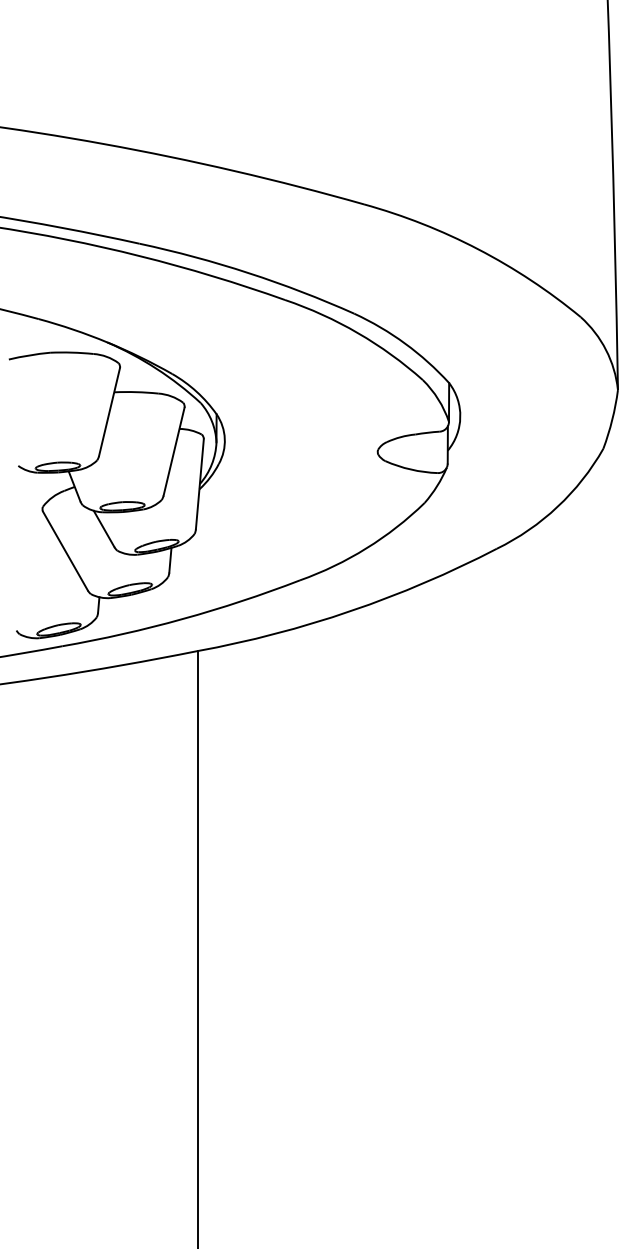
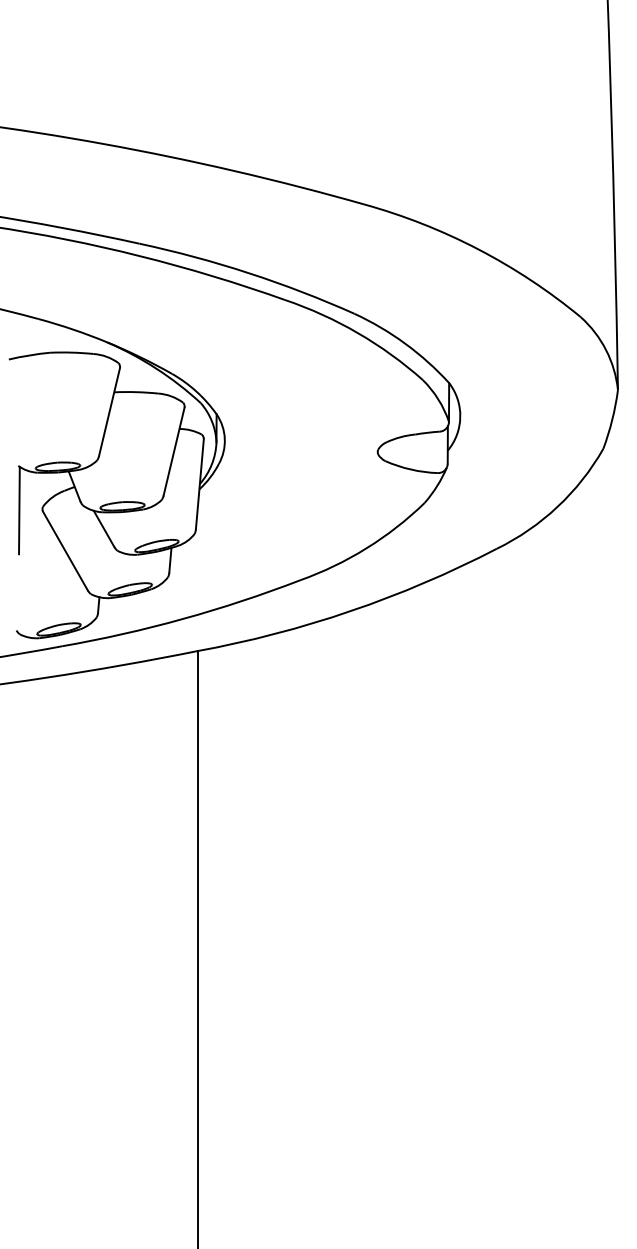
line at (19, 510): none -> present
